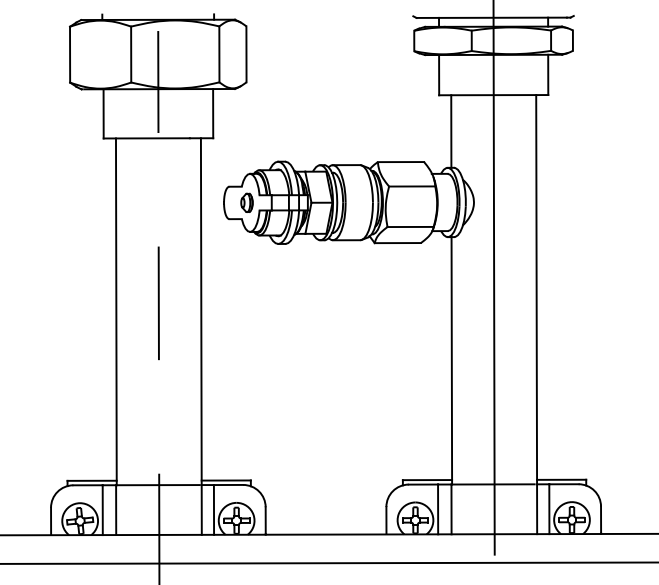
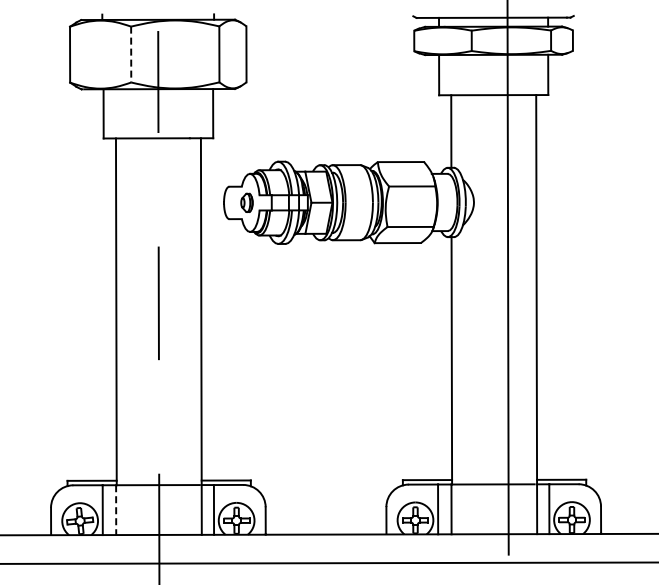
line at (131, 54): solid -> dashed
line at (493, 291) position: (493, 291) -> (507, 291)
line at (116, 510): solid -> dashed
